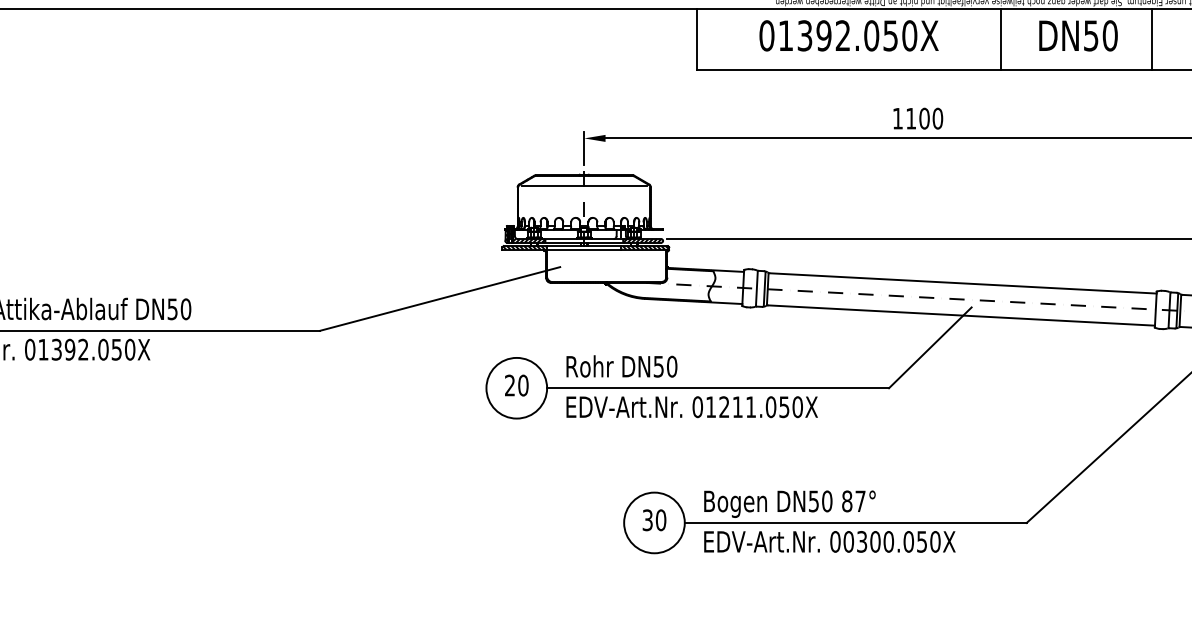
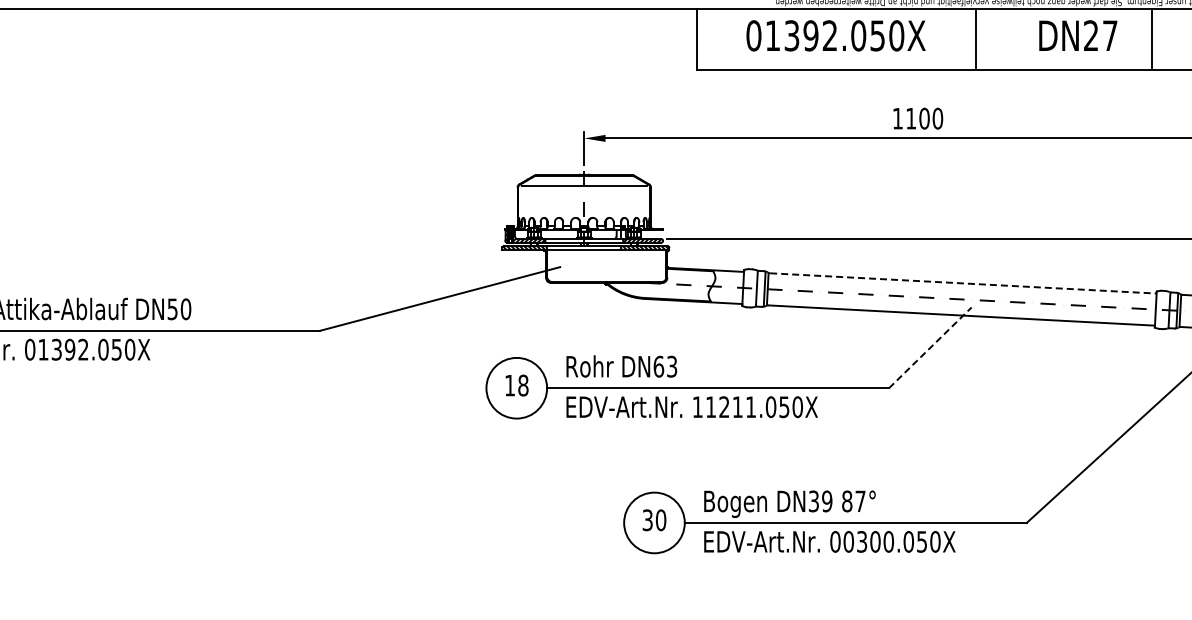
text at (848, 35) position: (848, 35) -> (835, 35)
text at (1100, 35): DN50 -> DN27
line at (1000, 39) position: (1000, 39) -> (975, 39)
line at (963, 283): solid -> dashed
line at (930, 347): solid -> dashed
text at (665, 366): DN50 -> DN63
text at (516, 385): 20 -> 18
text at (697, 407): 01211.050X -> 11211.050X
text at (820, 501): DN50 -> DN39
